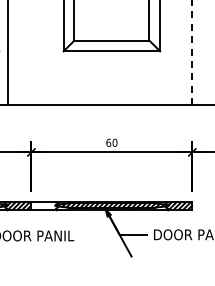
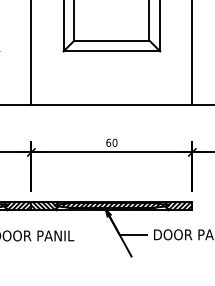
line at (192, 52): dashed -> solid
line at (8, 53) position: (8, 53) -> (31, 53)
hatch at (44, 205): none -> present
